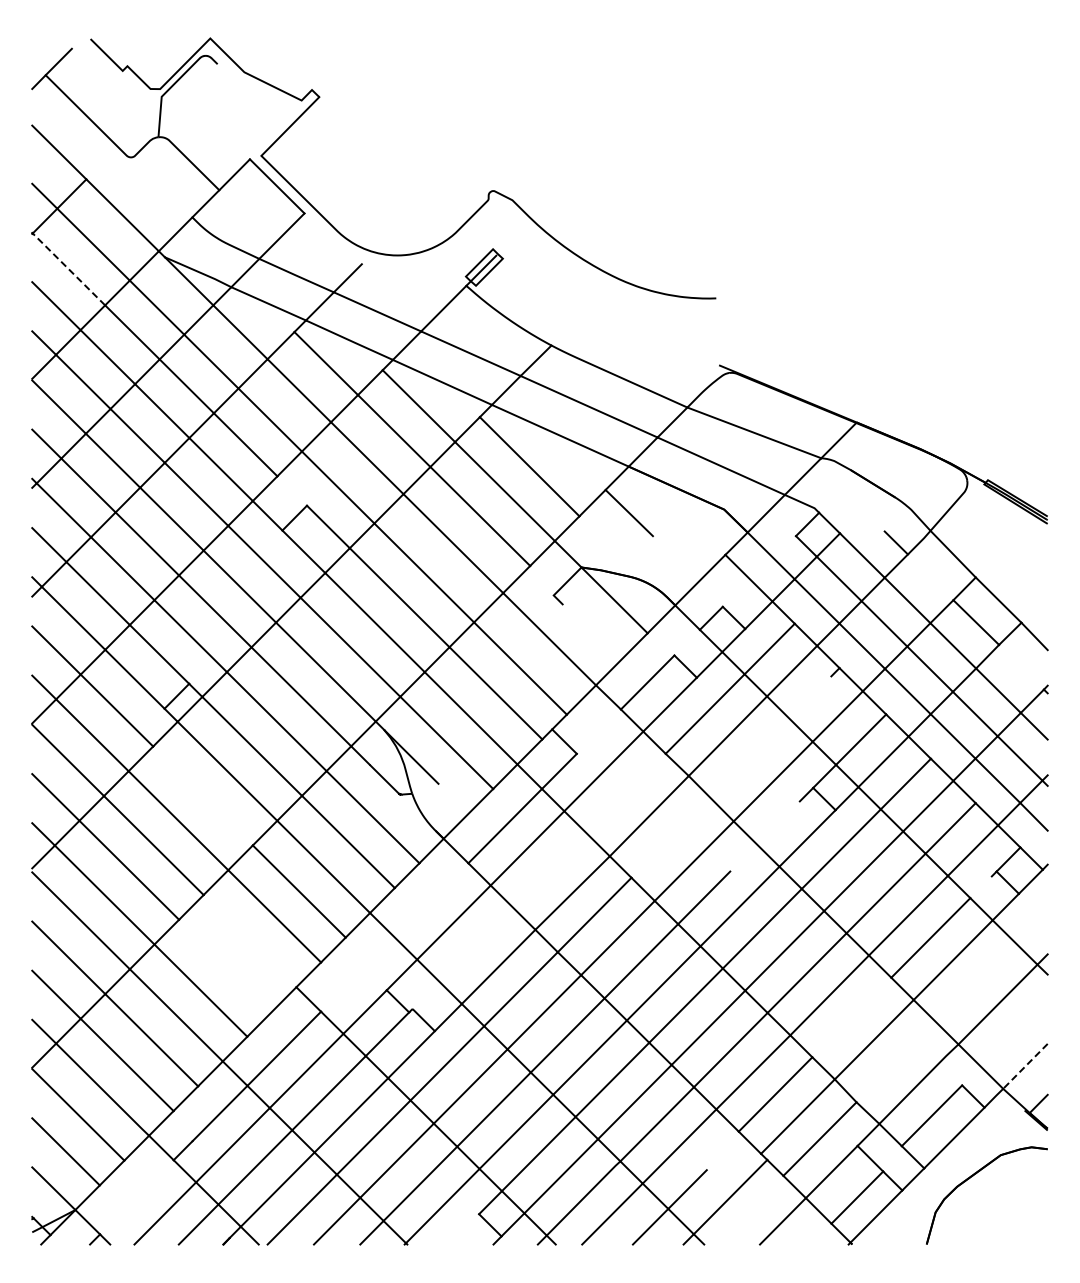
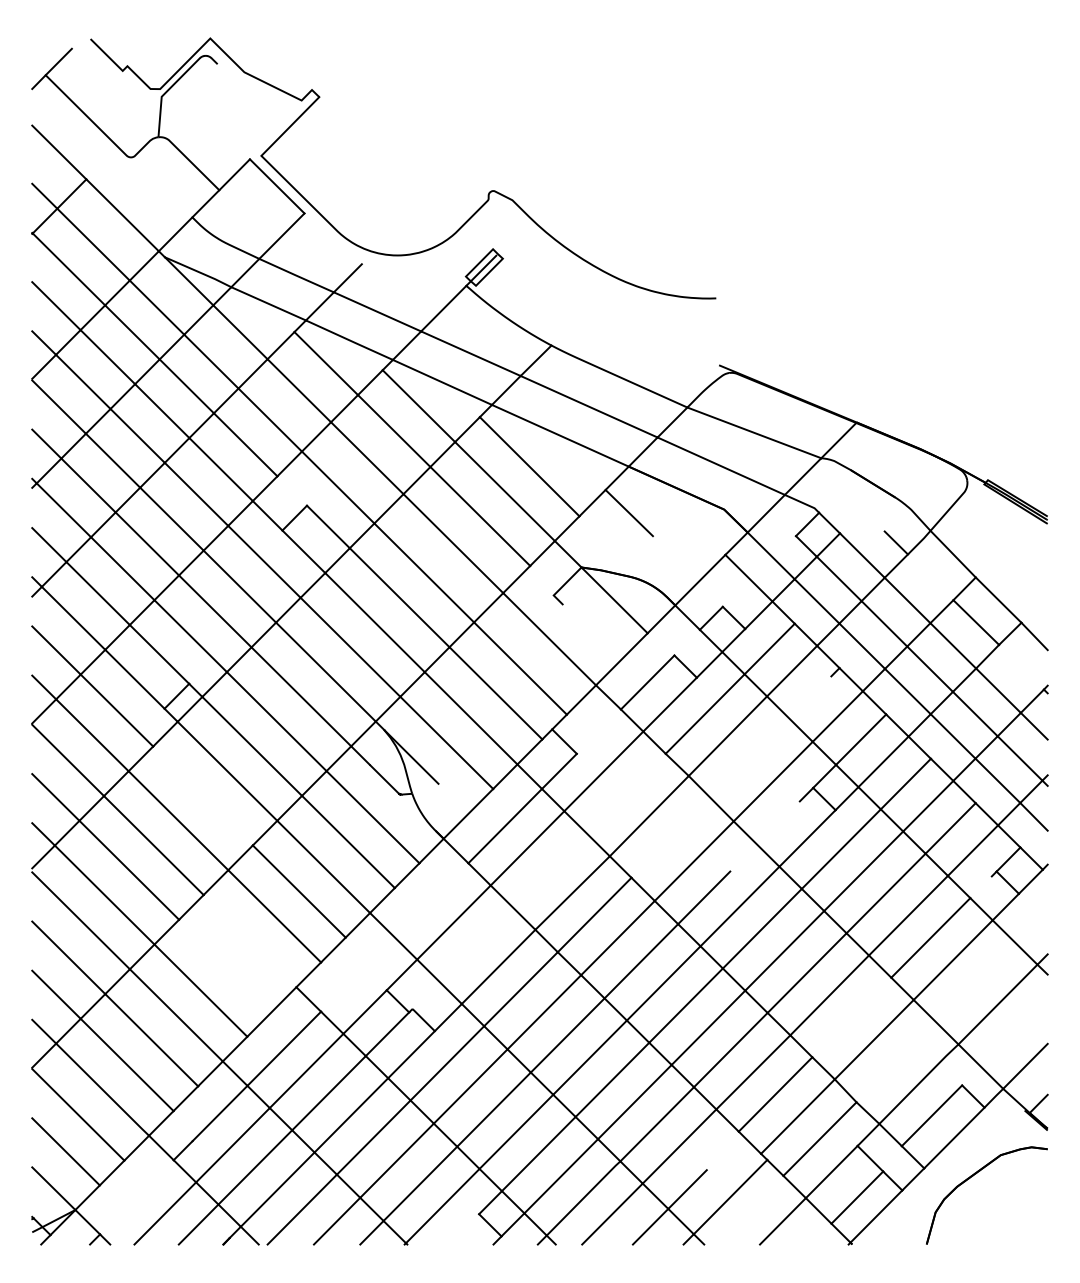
line at (68, 269): dashed -> solid
line at (1025, 1066): dashed -> solid
